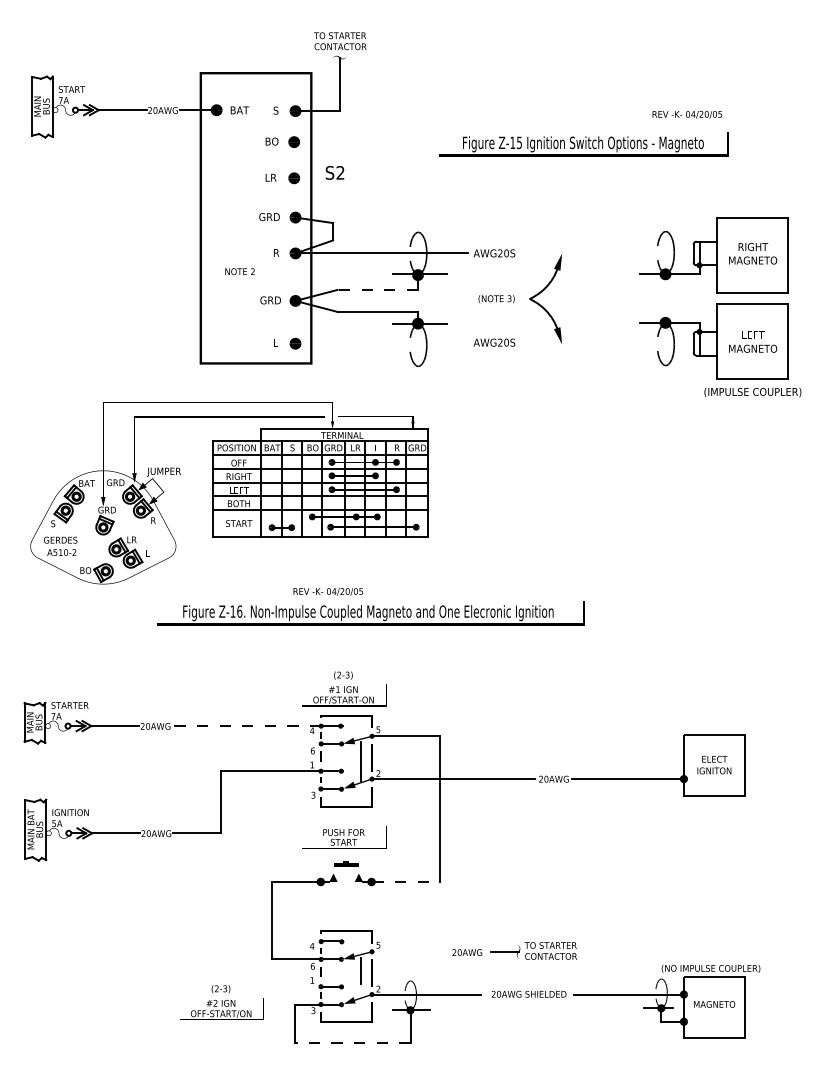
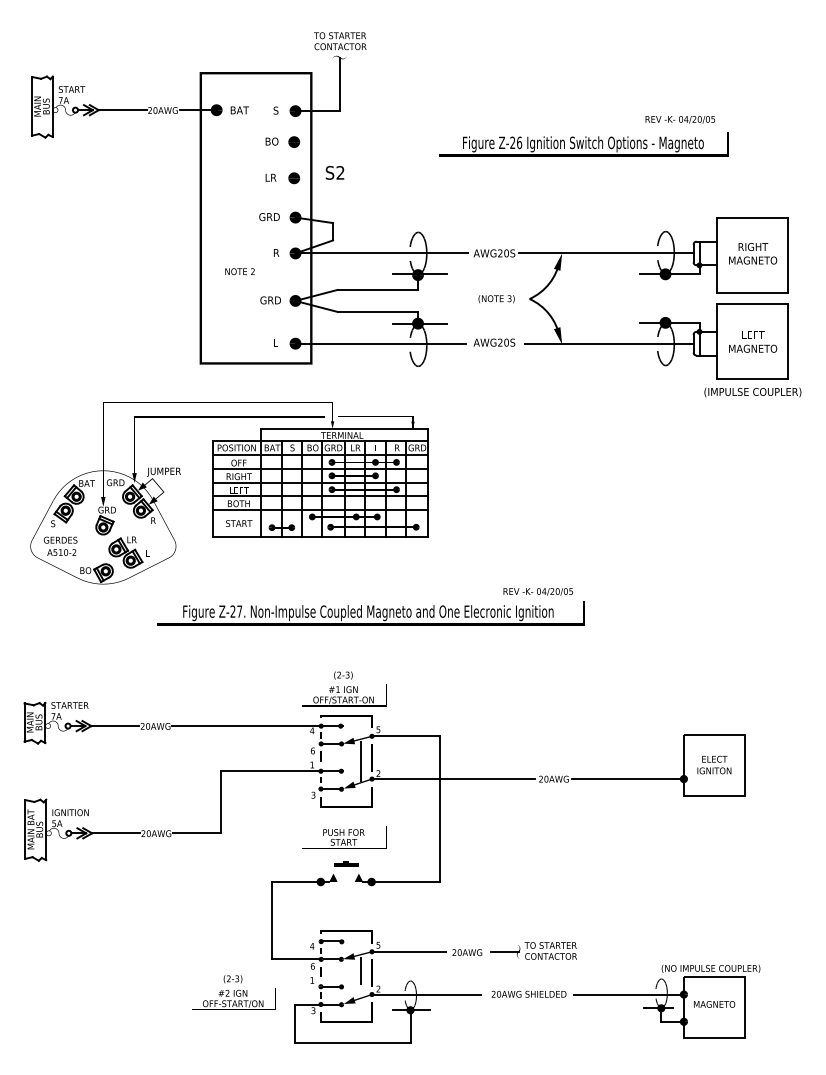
text at (687, 114) position: (687, 114) -> (680, 119)
text at (516, 142): Z-15 -> Z-26
line at (606, 253): none -> present
line at (377, 289): dashed -> solid
line at (380, 343): none -> present
line at (609, 343): none -> present
text at (327, 591) position: (327, 591) -> (537, 591)
text at (236, 611): Z-16. -> Z-27.
line at (246, 726): dashed -> solid
line at (406, 882): dashed -> solid
line at (408, 951): none -> present
text at (221, 1002) position: (221, 1002) -> (233, 992)
line at (352, 1042): dashed -> solid
